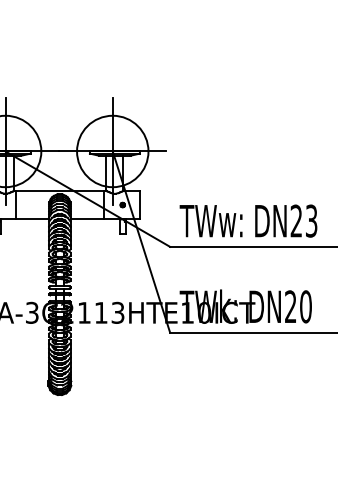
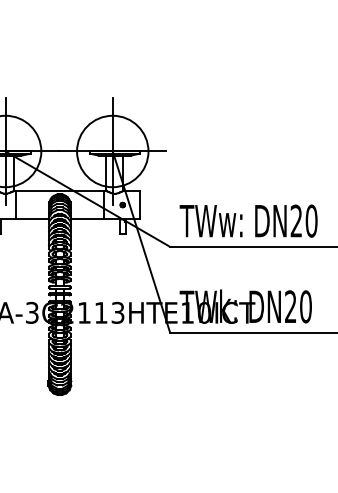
text at (311, 220): DN23 -> DN20
